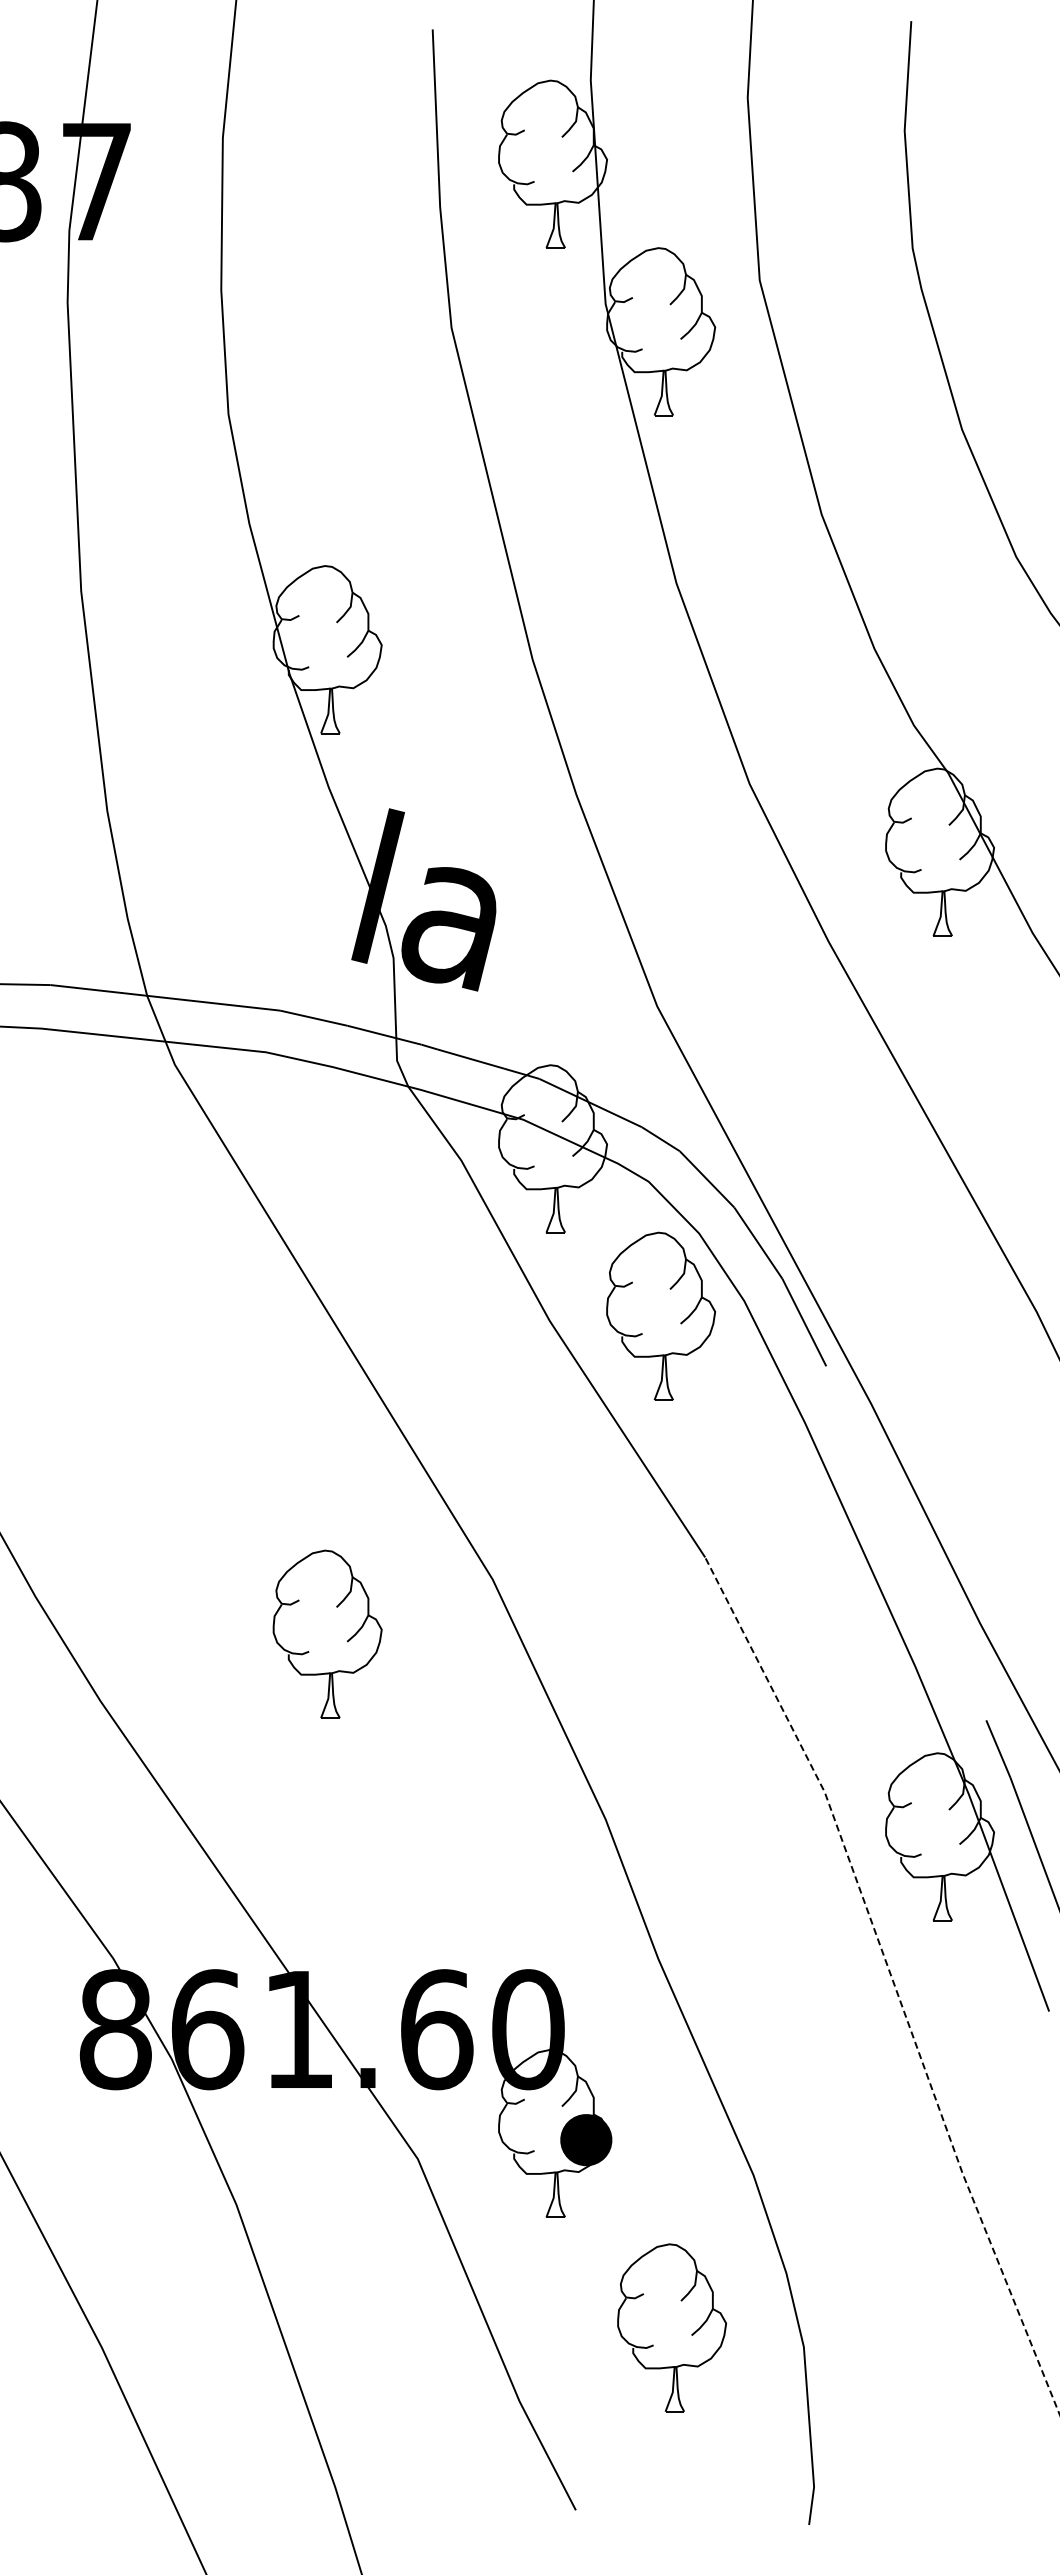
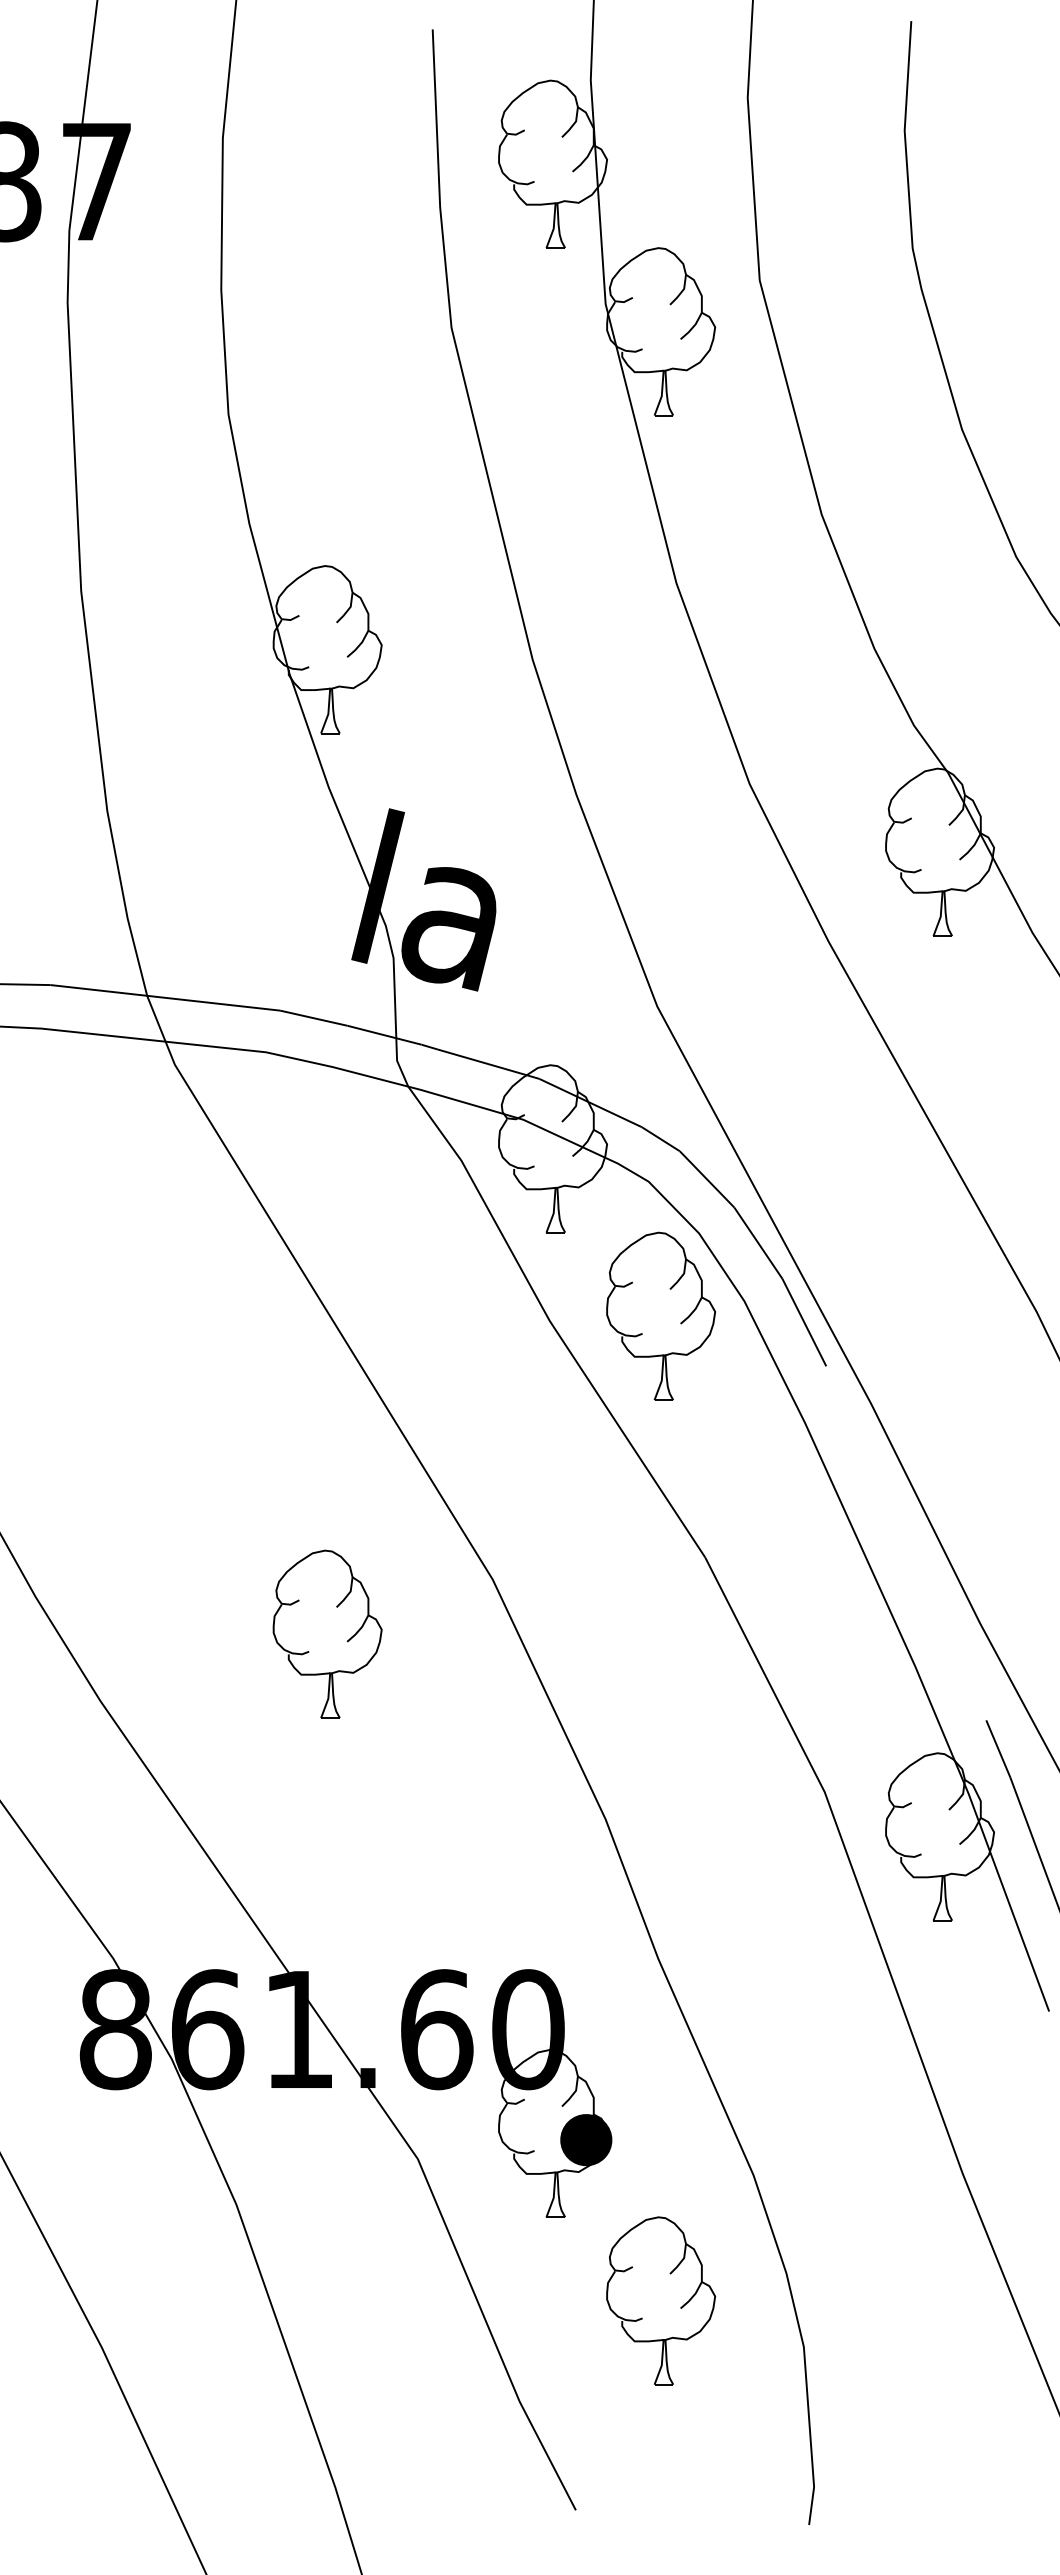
line at (893, 1981): dashed -> solid
part at (672, 2327) position: (672, 2327) -> (661, 2300)
